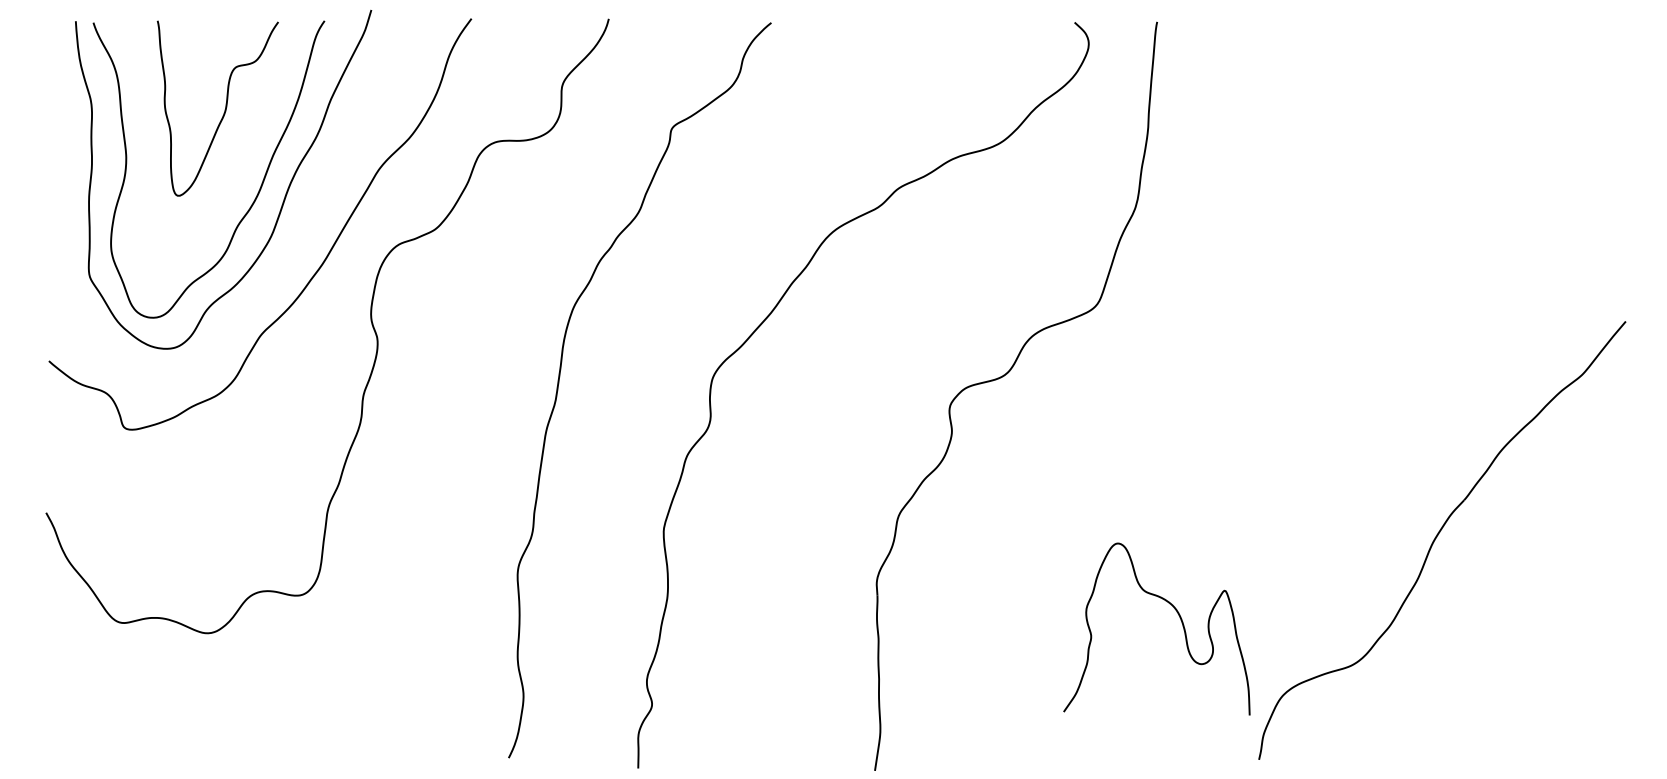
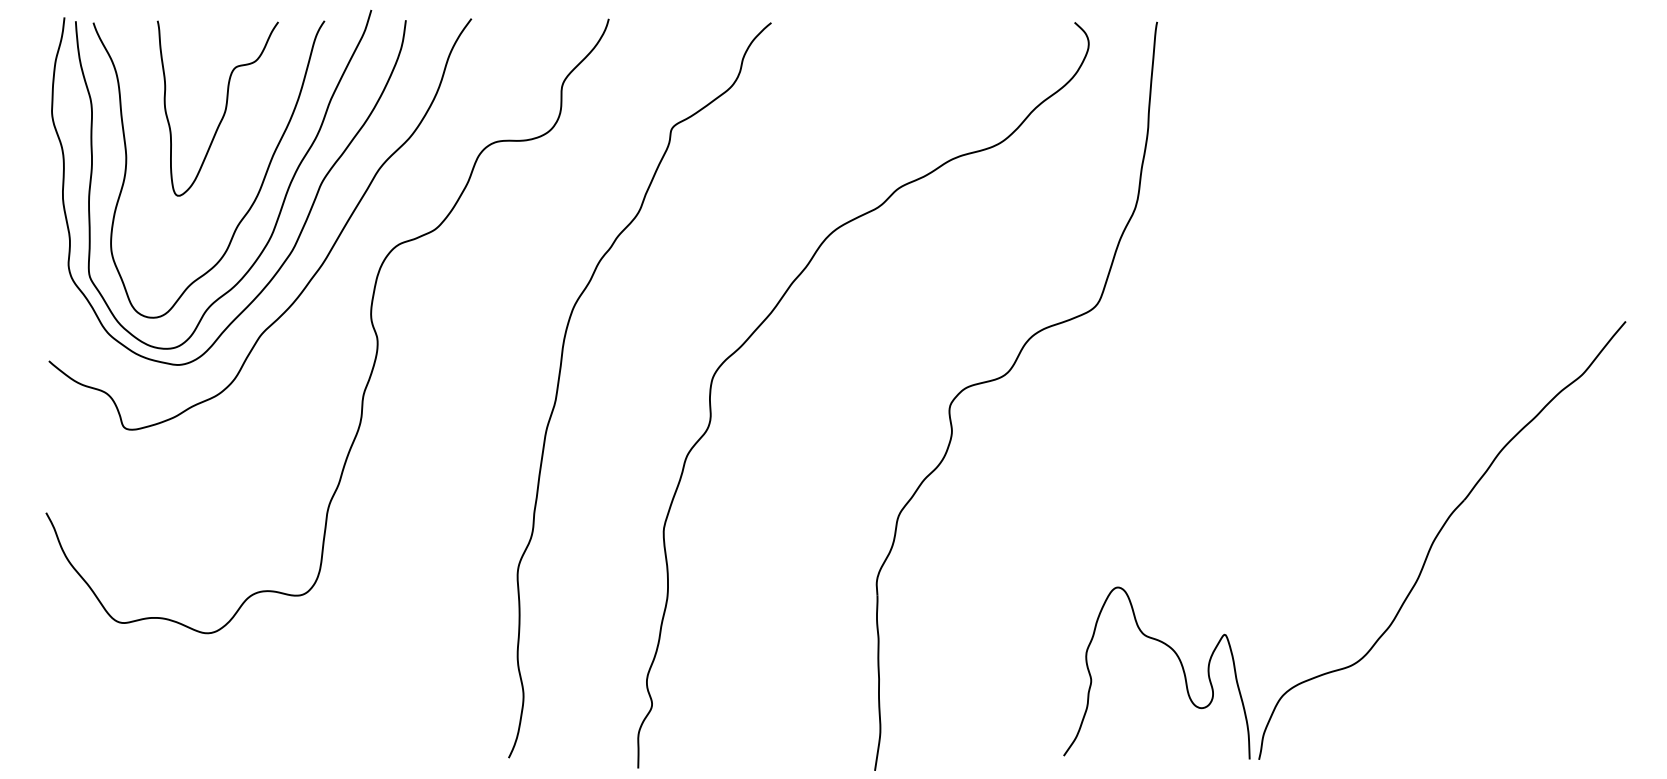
curve at (301, 228): none -> present
curve at (1180, 620) position: (1180, 620) -> (1180, 664)
